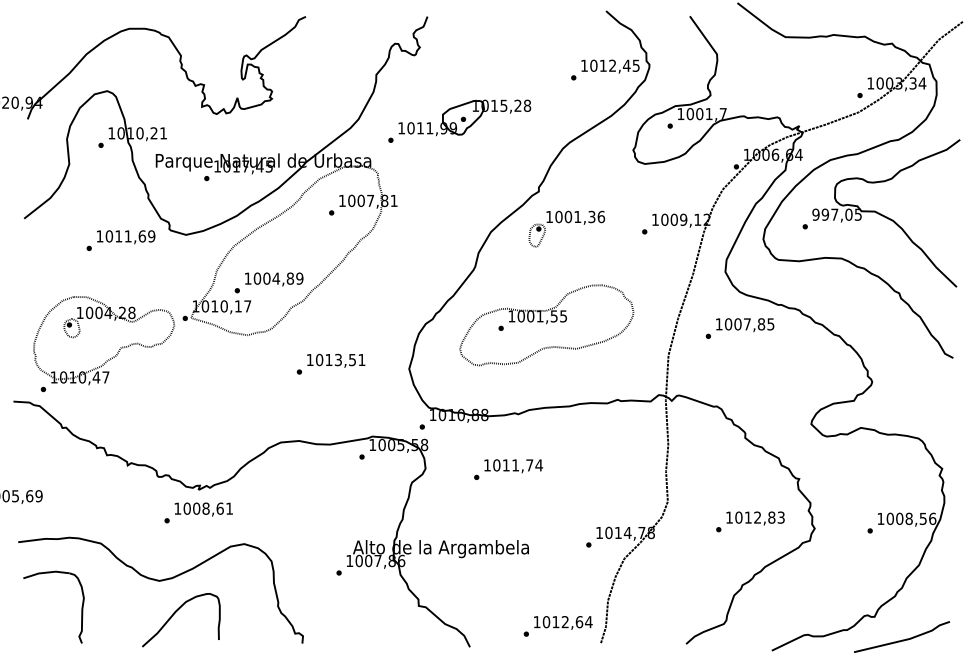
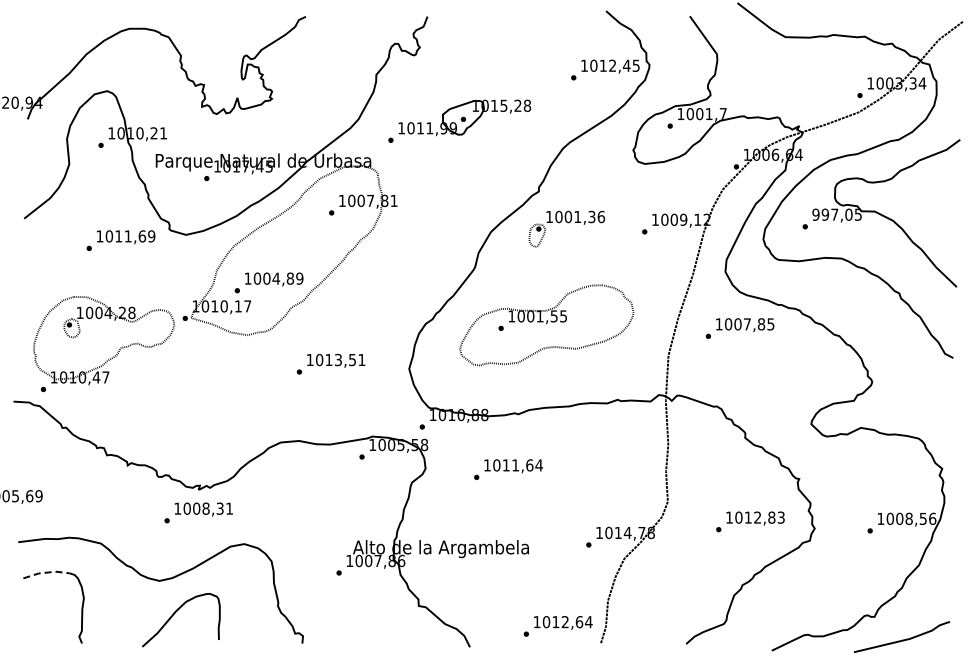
text at (529, 465): 1011,74 -> 1011,64
text at (219, 508): 1008,61 -> 1008,31
line at (46, 572): solid -> dashed
